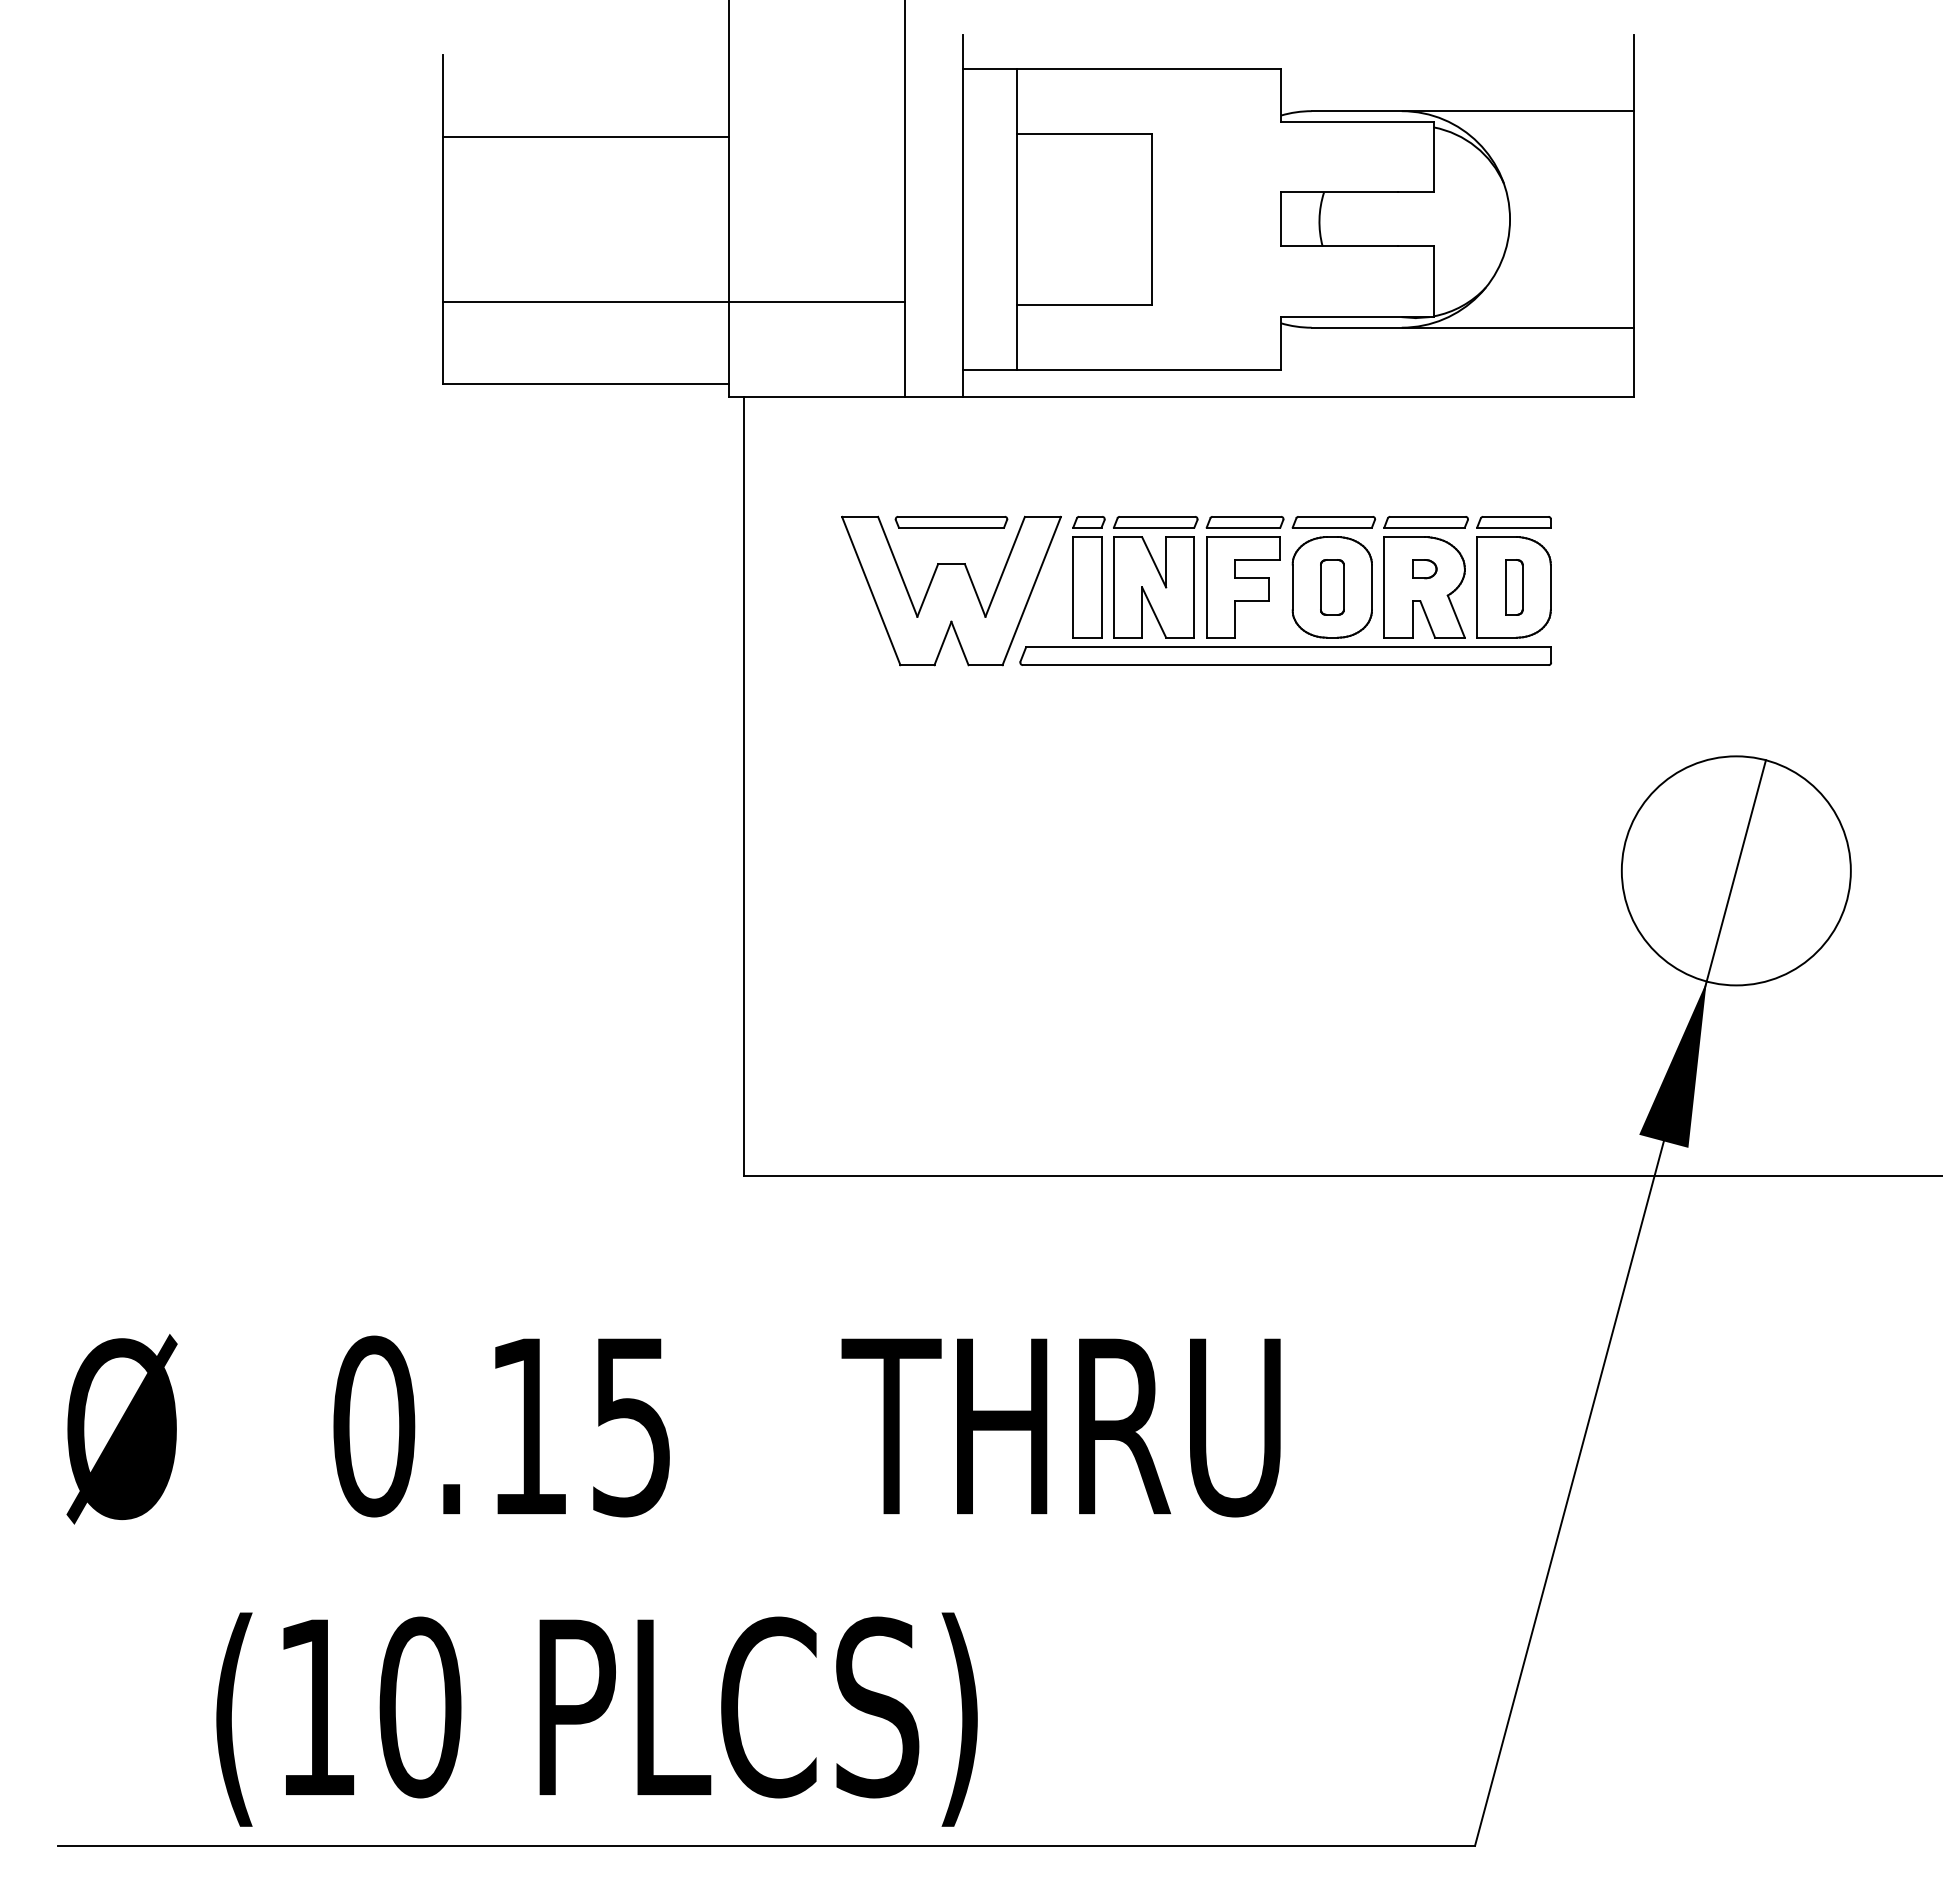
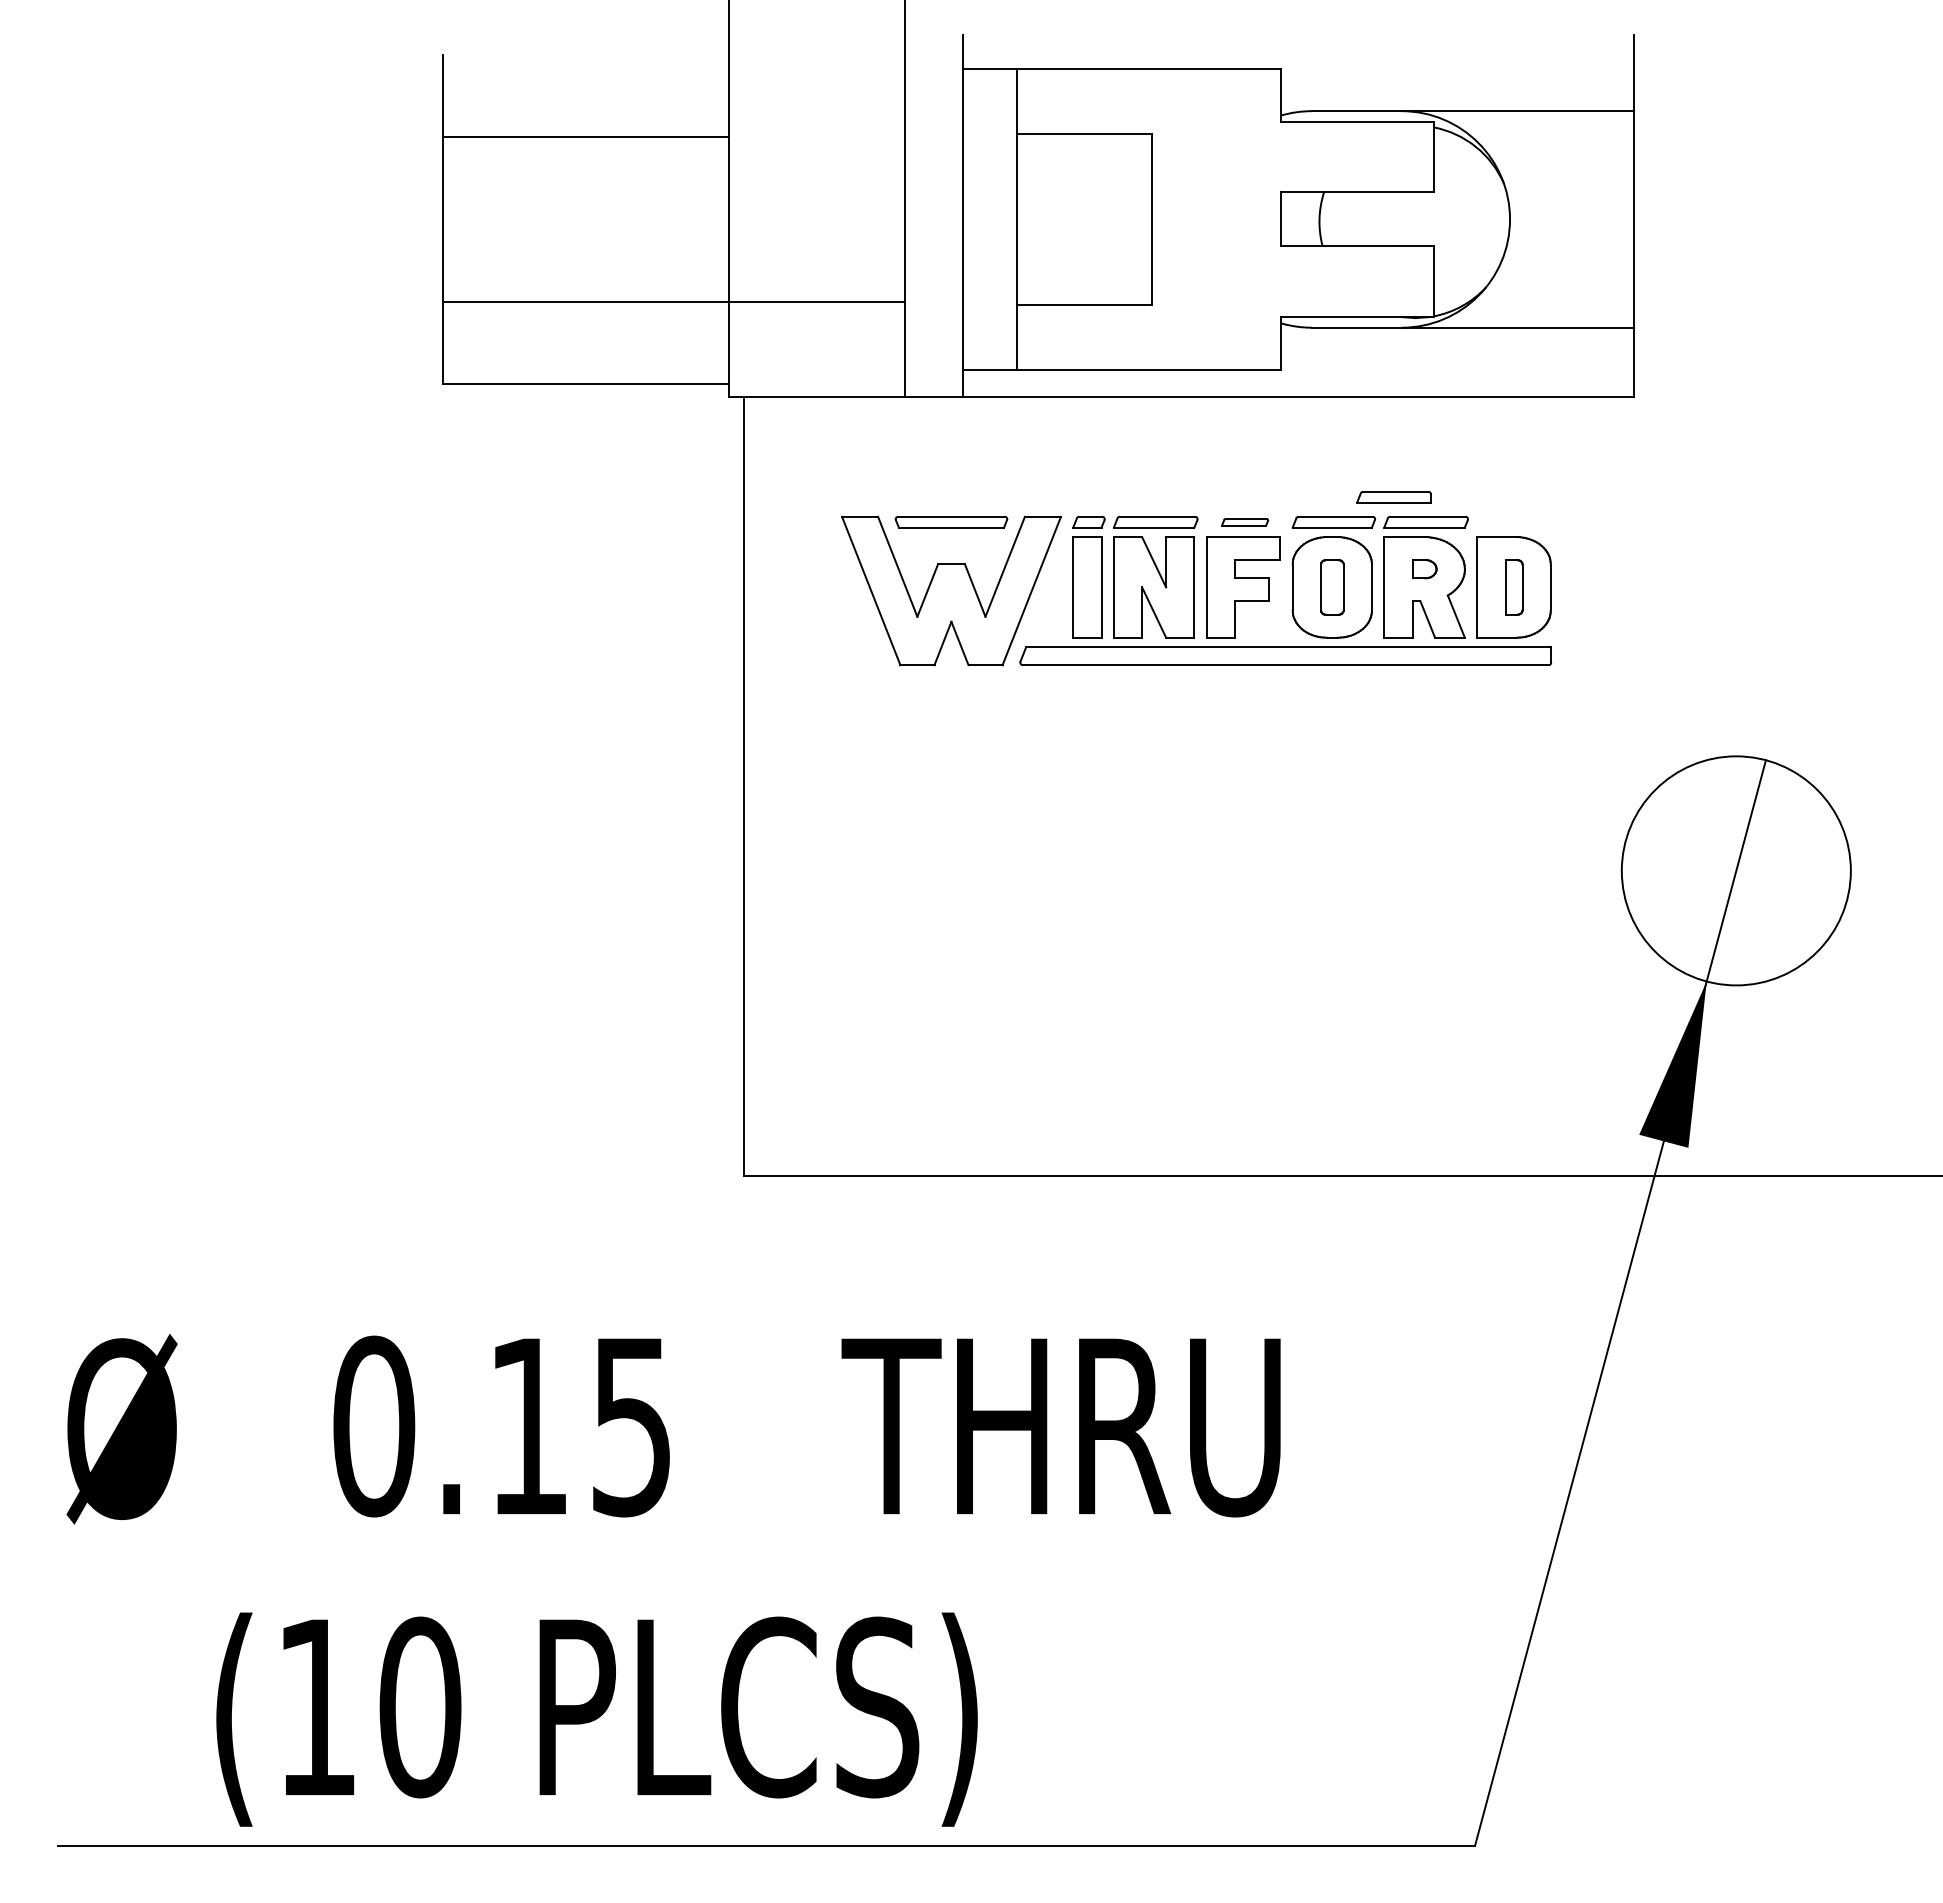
part at (1244, 522) size: 80x13 px -> 49x9 px
part at (1513, 522) position: (1513, 522) -> (1393, 497)
